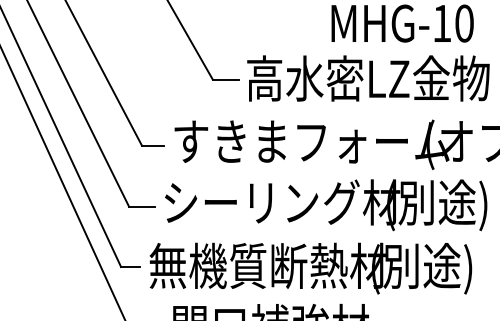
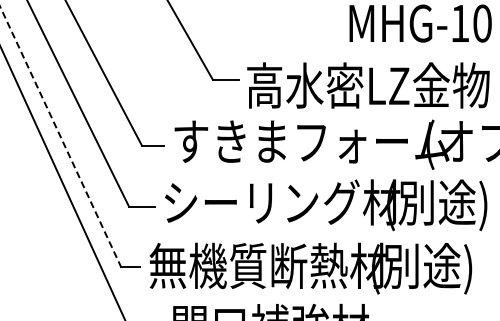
text at (402, 23) position: (402, 23) -> (420, 23)
text at (368, 78) position: (368, 78) -> (368, 85)
line at (60, 136): solid -> dashed
